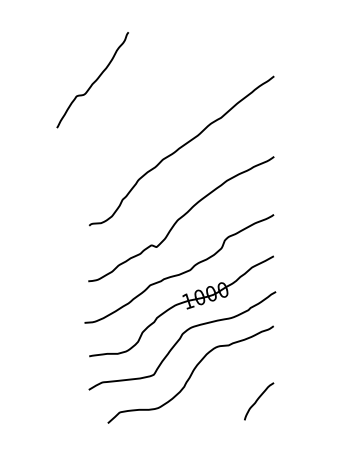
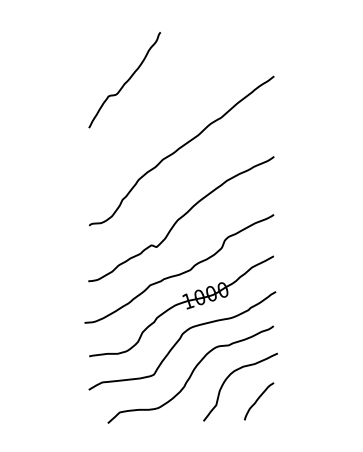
curve at (93, 81) position: (93, 81) -> (125, 81)
curve at (233, 373): none -> present
